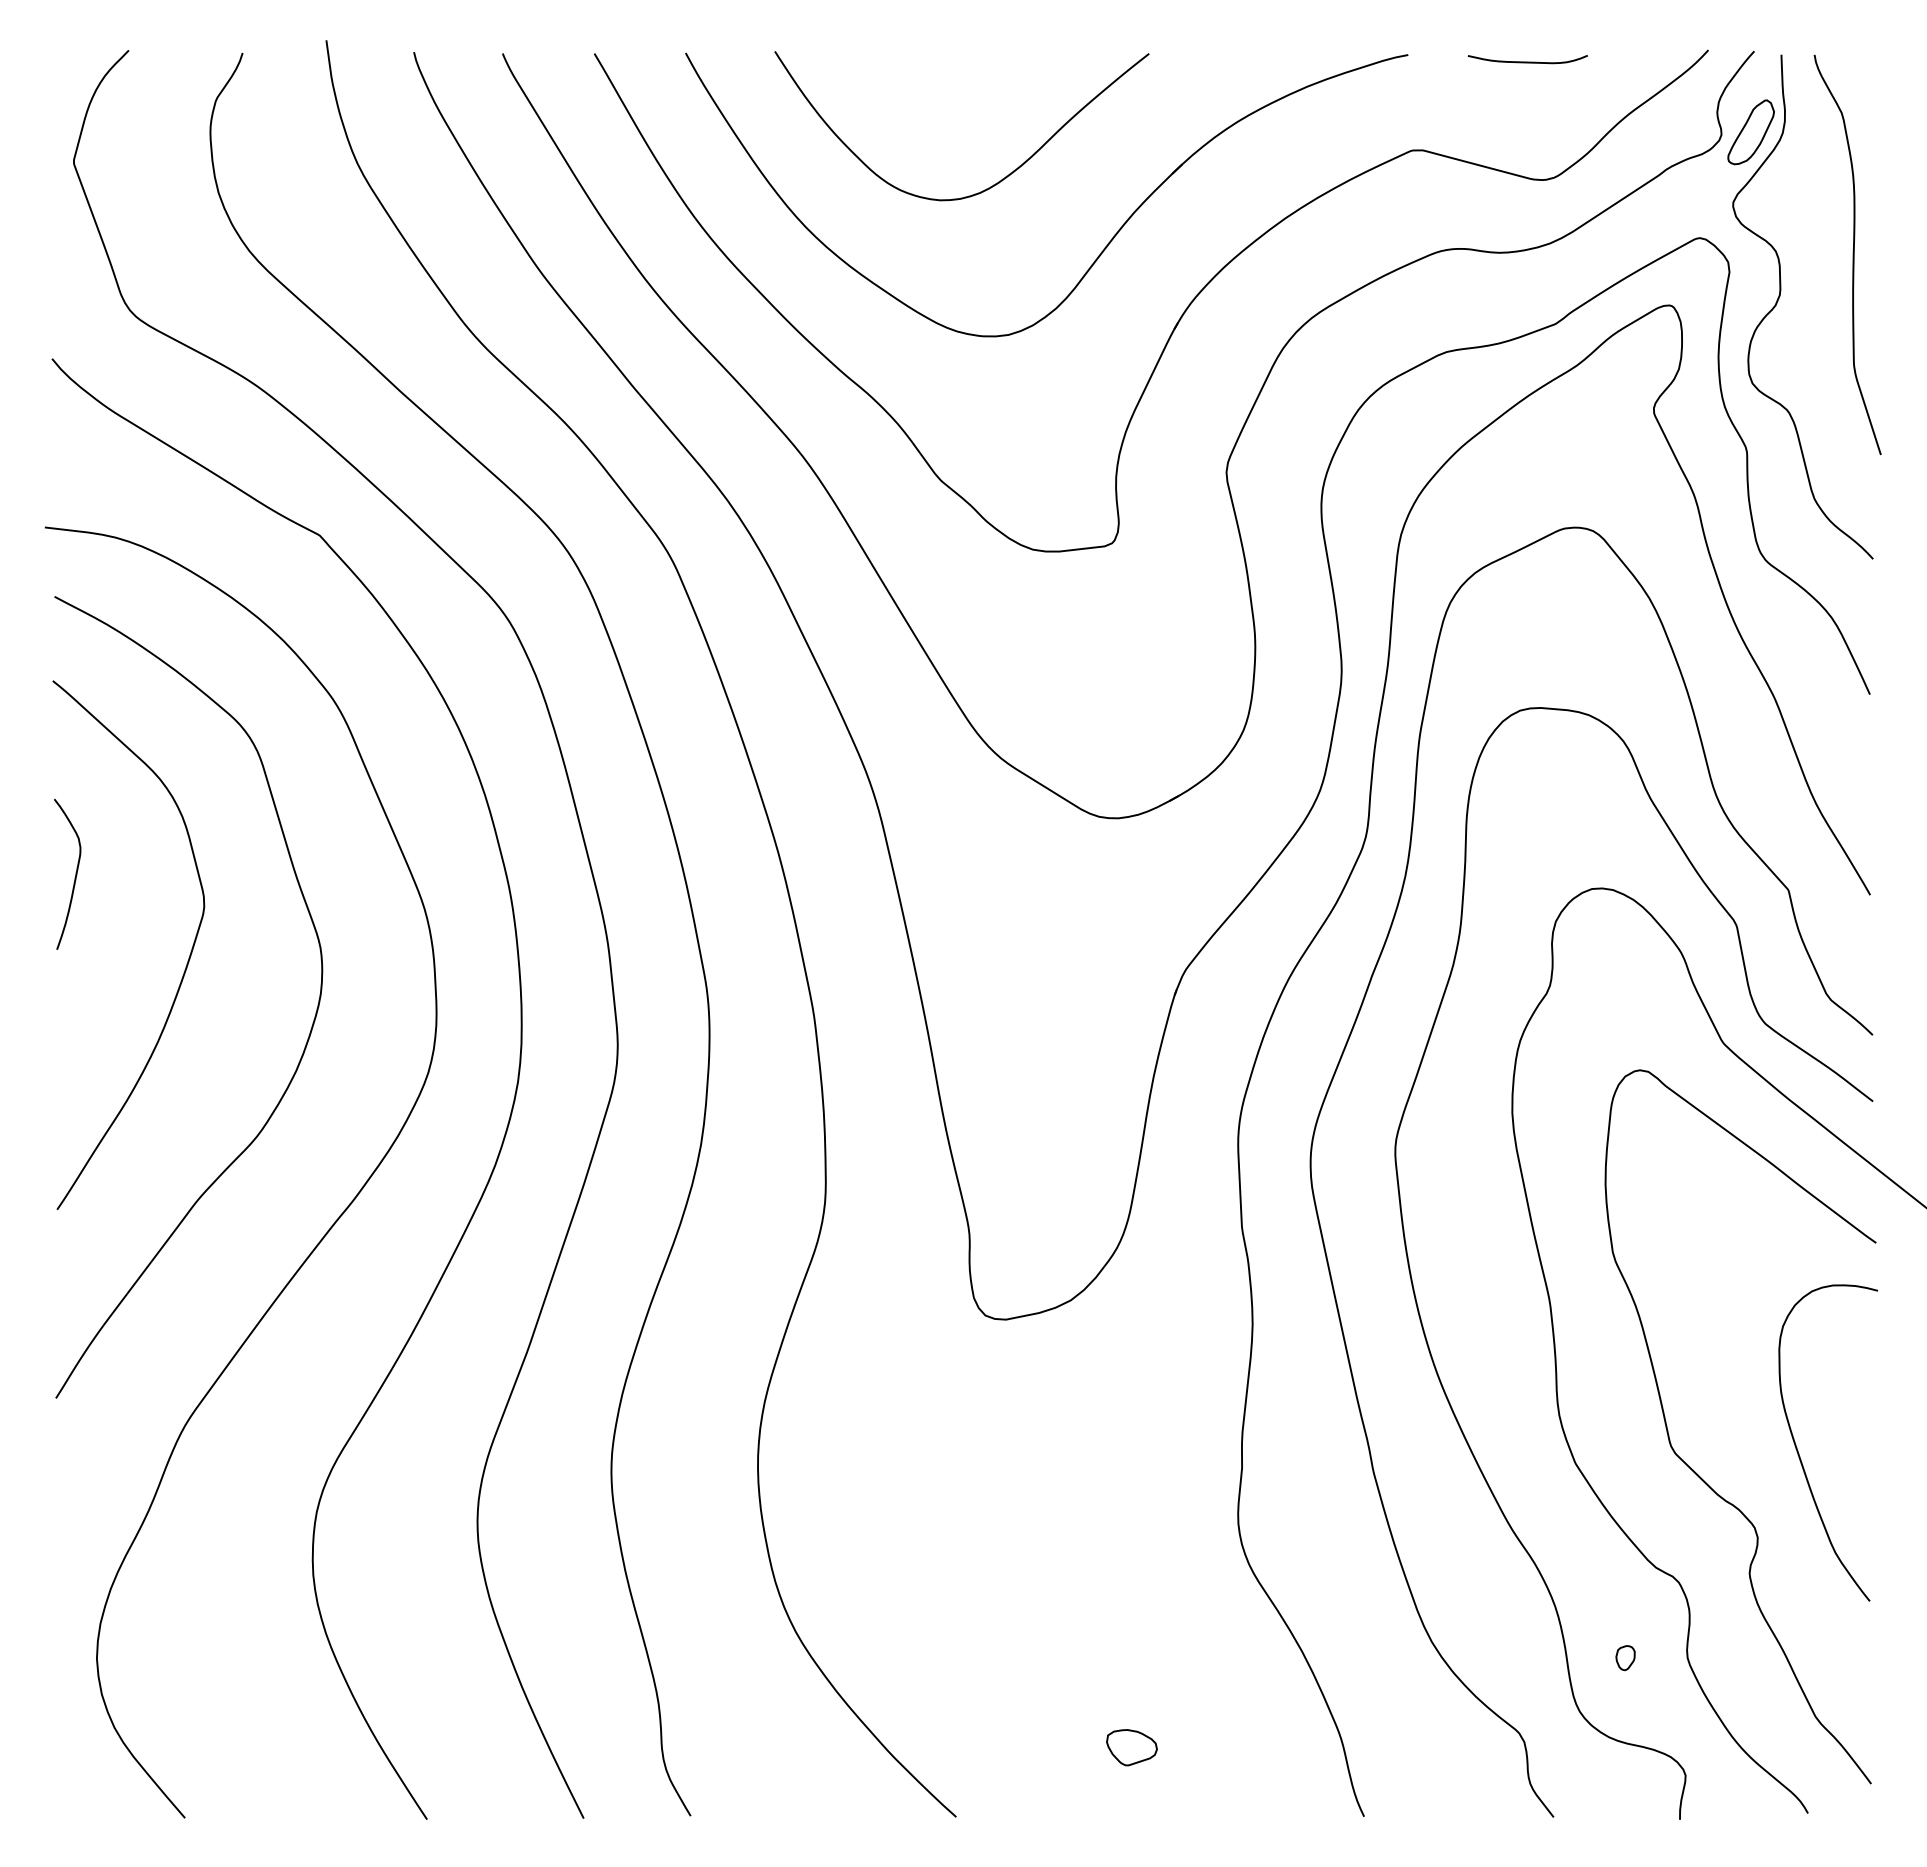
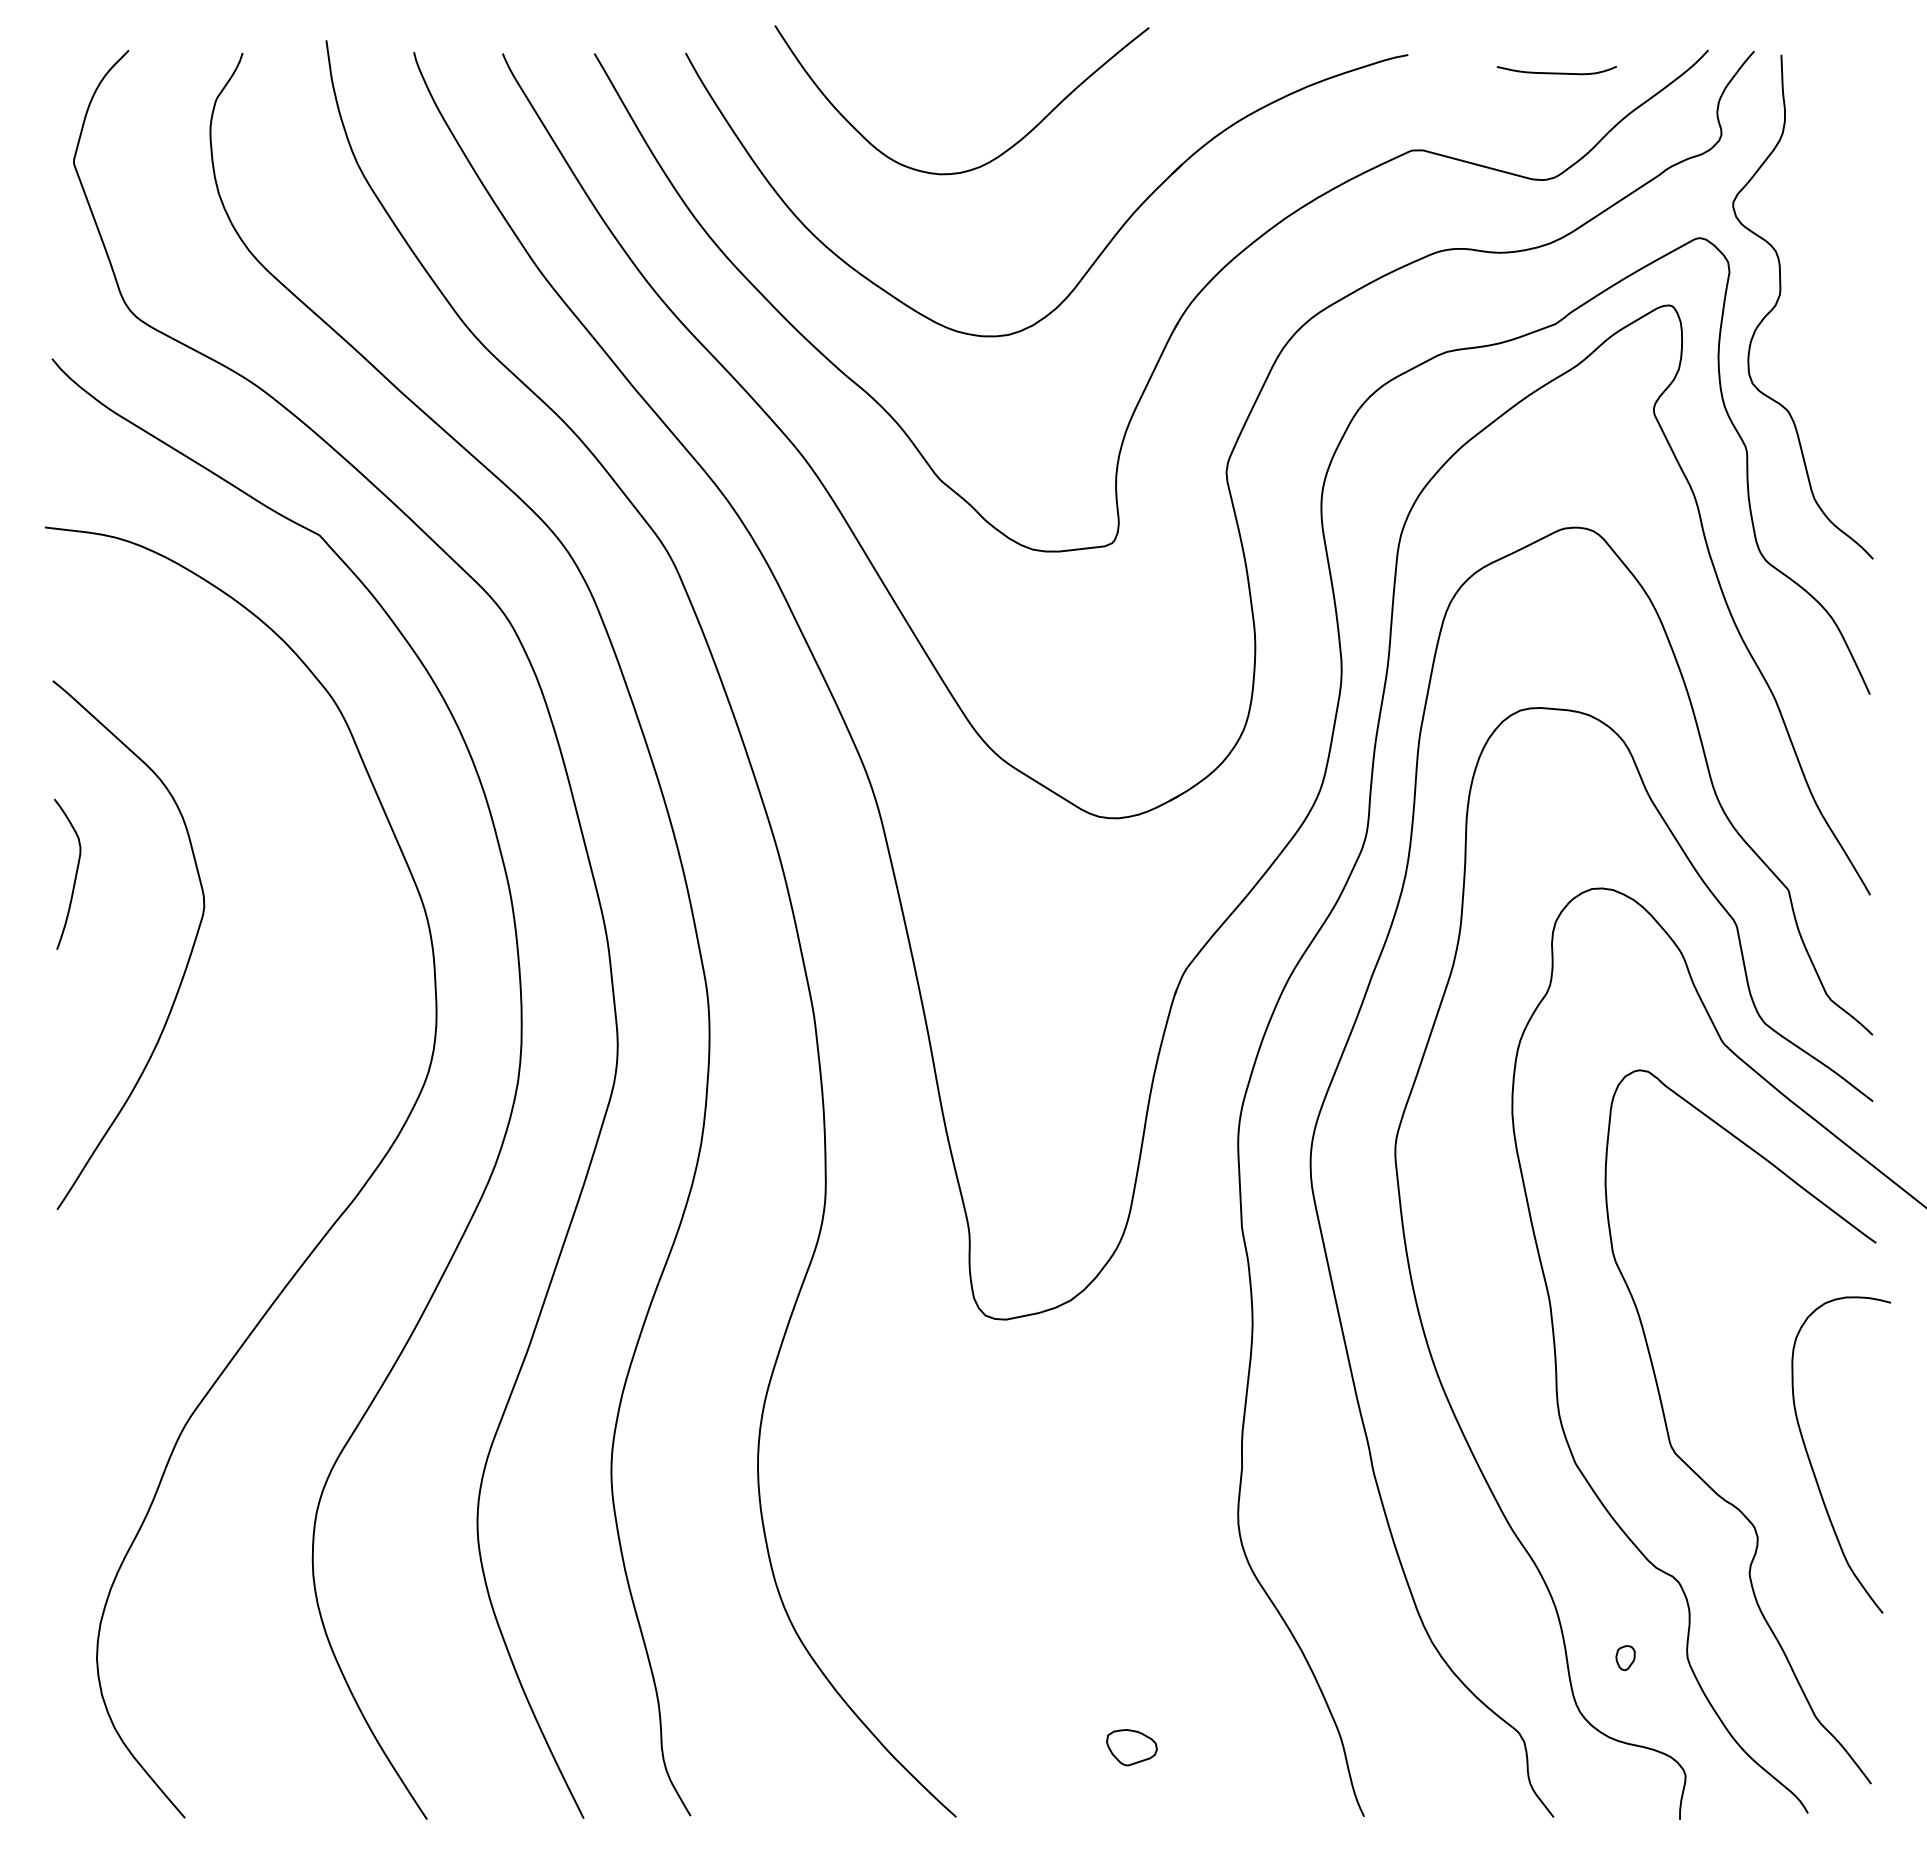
curve at (1527, 61) position: (1527, 61) -> (1556, 72)
part at (1750, 132): present -> none
curve at (1002, 178) position: (1002, 178) -> (1002, 152)
curve at (1852, 254): present -> none
curve at (307, 1038): present -> none
curve at (1798, 1450) position: (1798, 1450) -> (1811, 1462)
